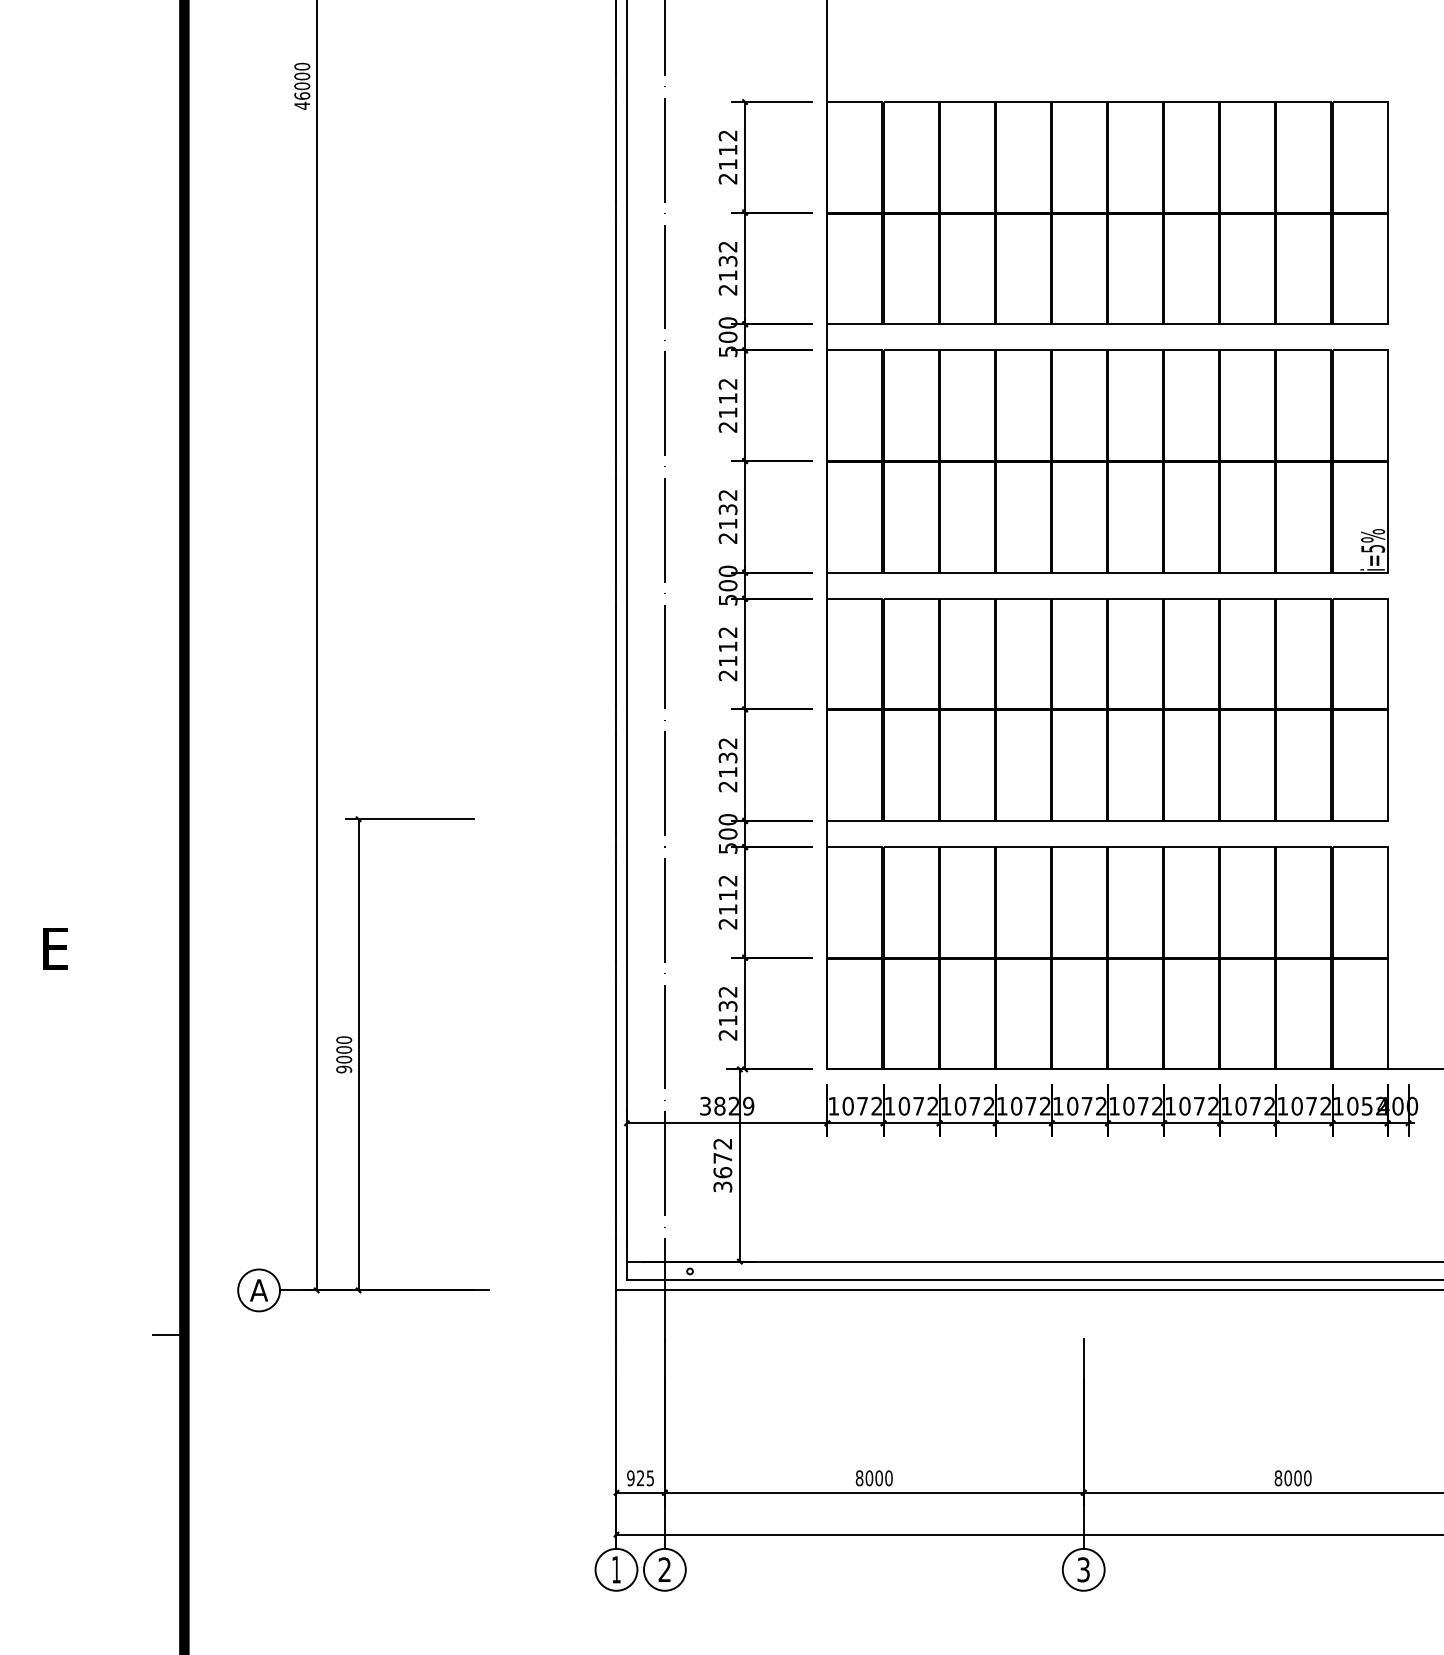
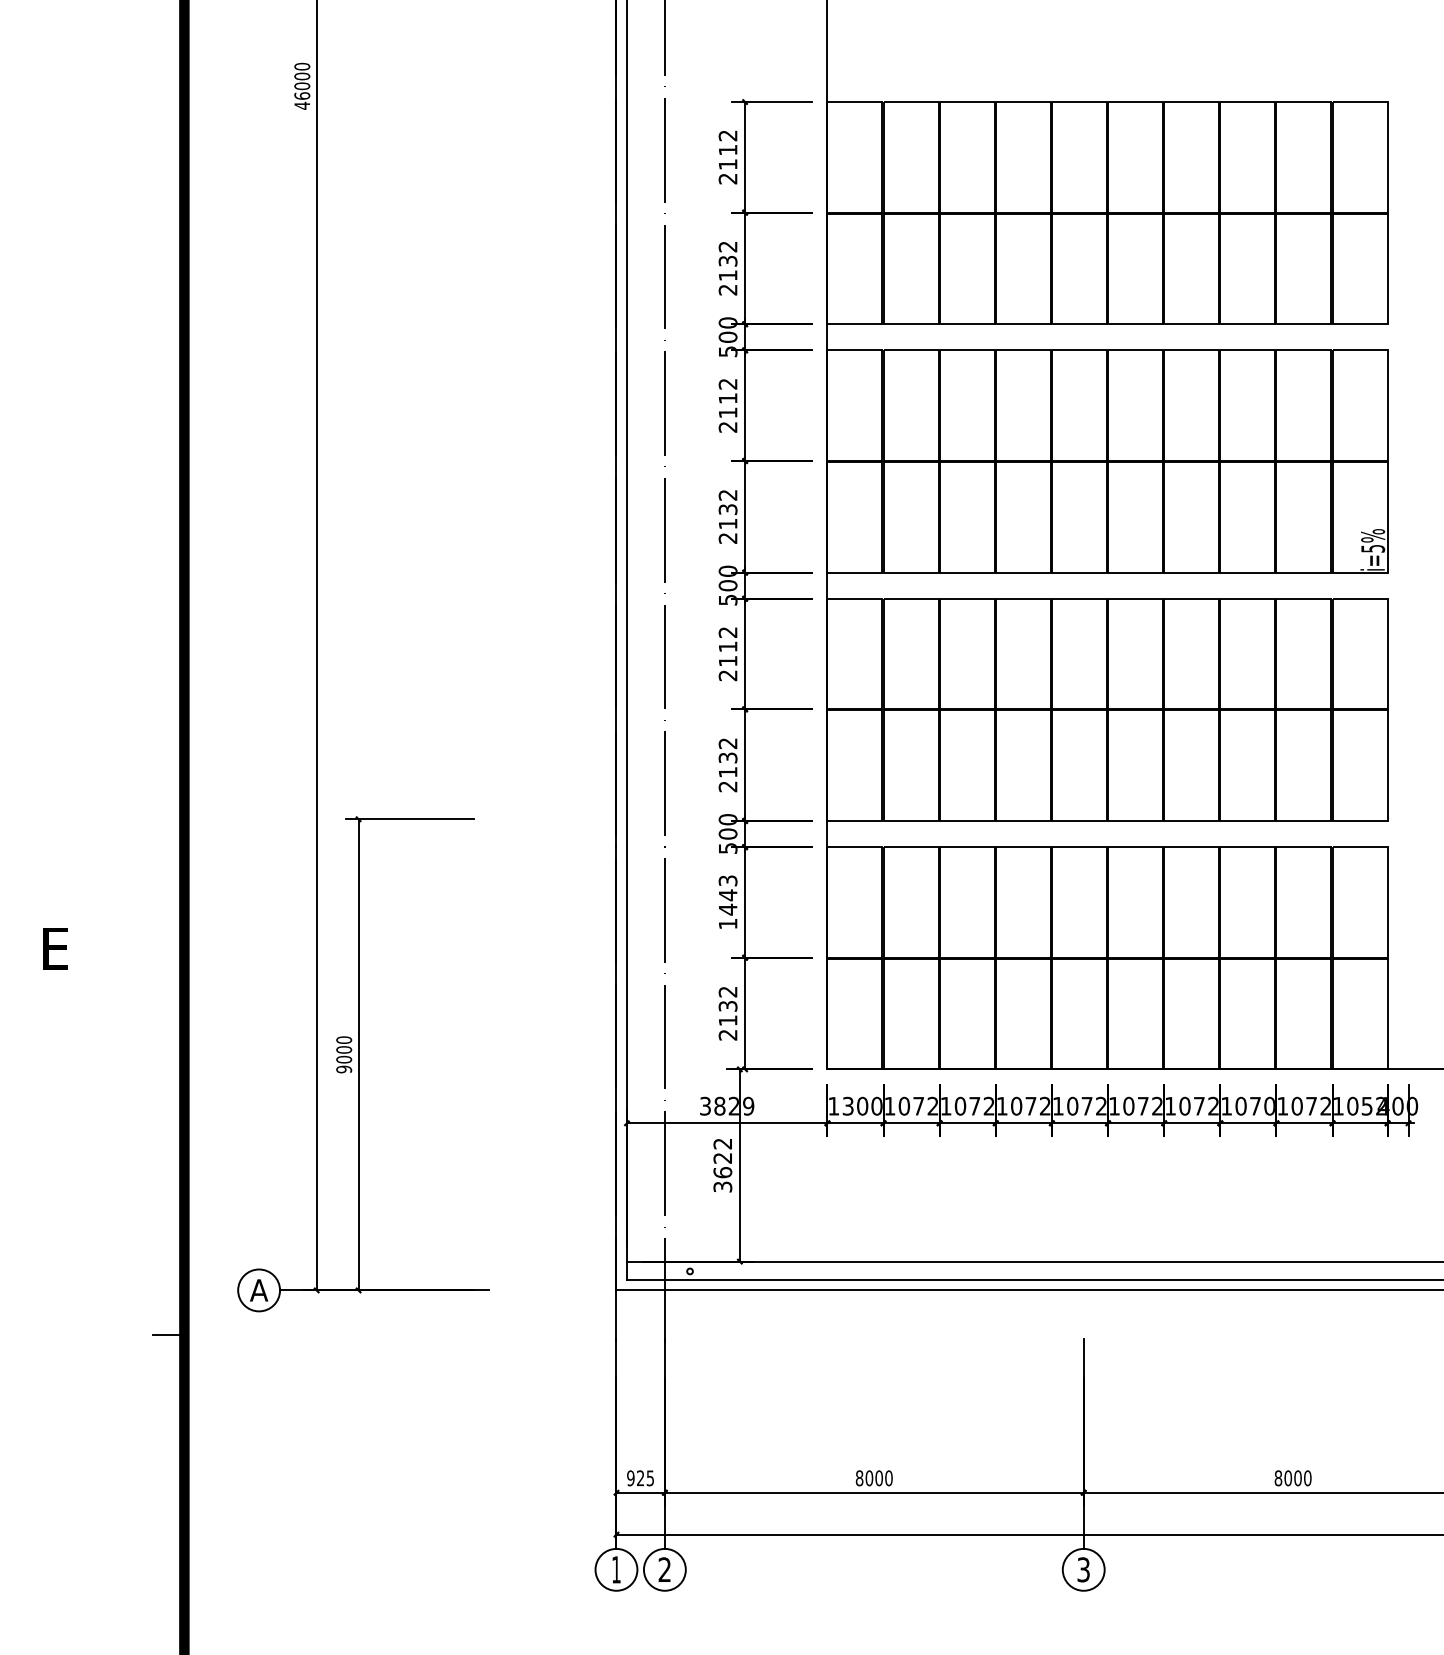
text at (727, 902): 2112 -> 1443
text at (862, 1105): 1072 -> 1300
text at (1269, 1105): 1072 -> 1070
text at (722, 1158): 3672 -> 3622
